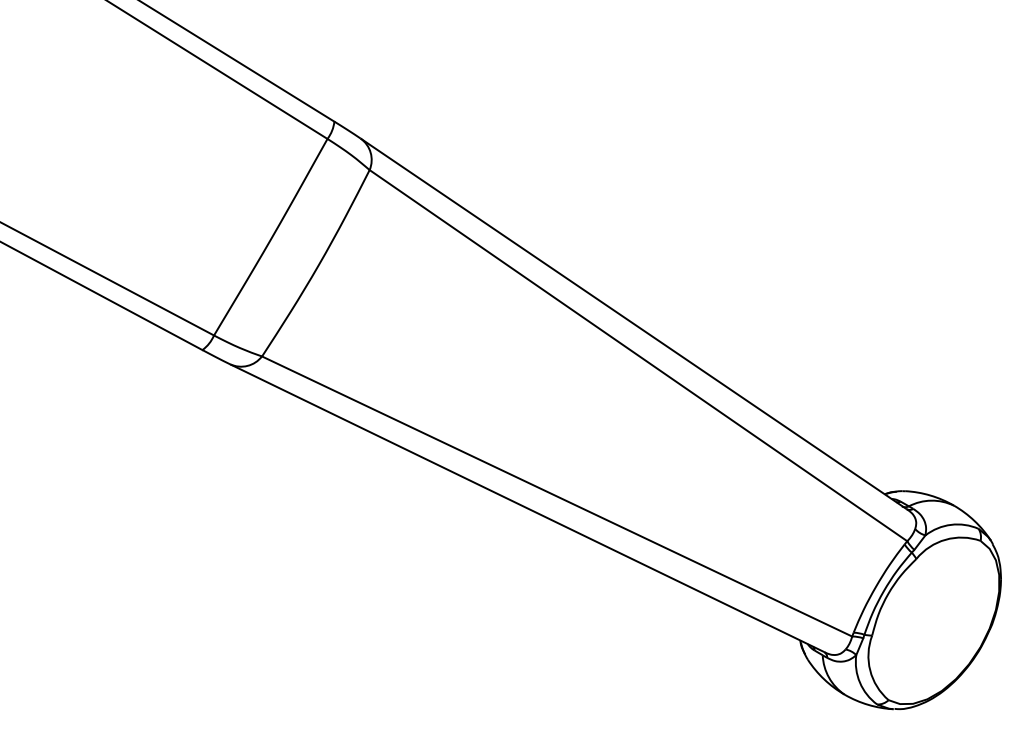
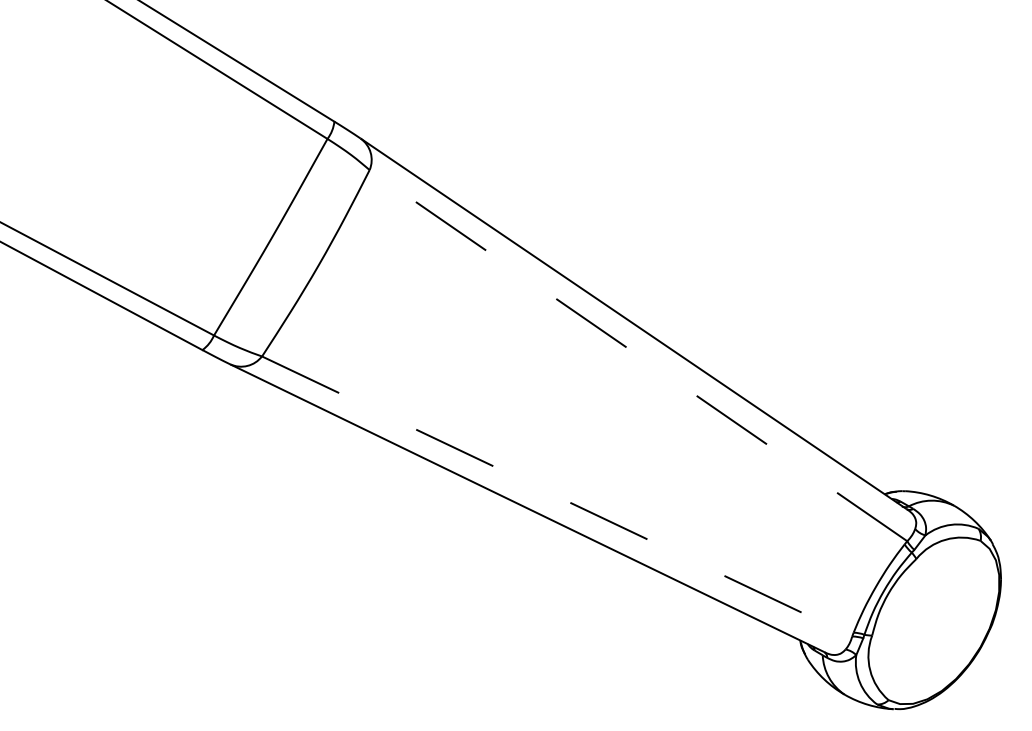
line at (638, 355): solid -> dashed
line at (557, 496): solid -> dashed
